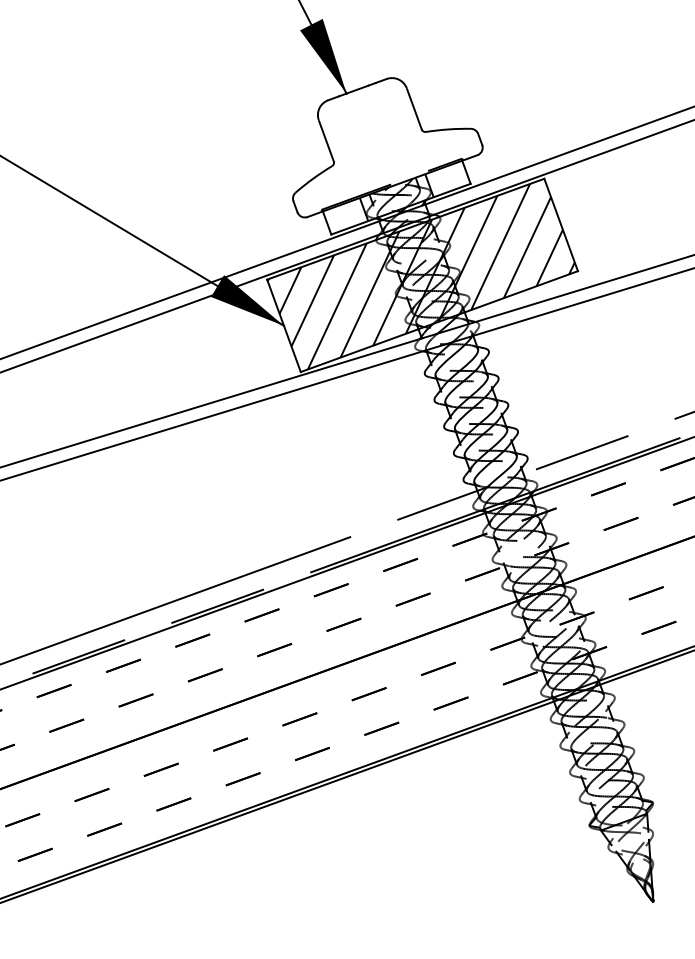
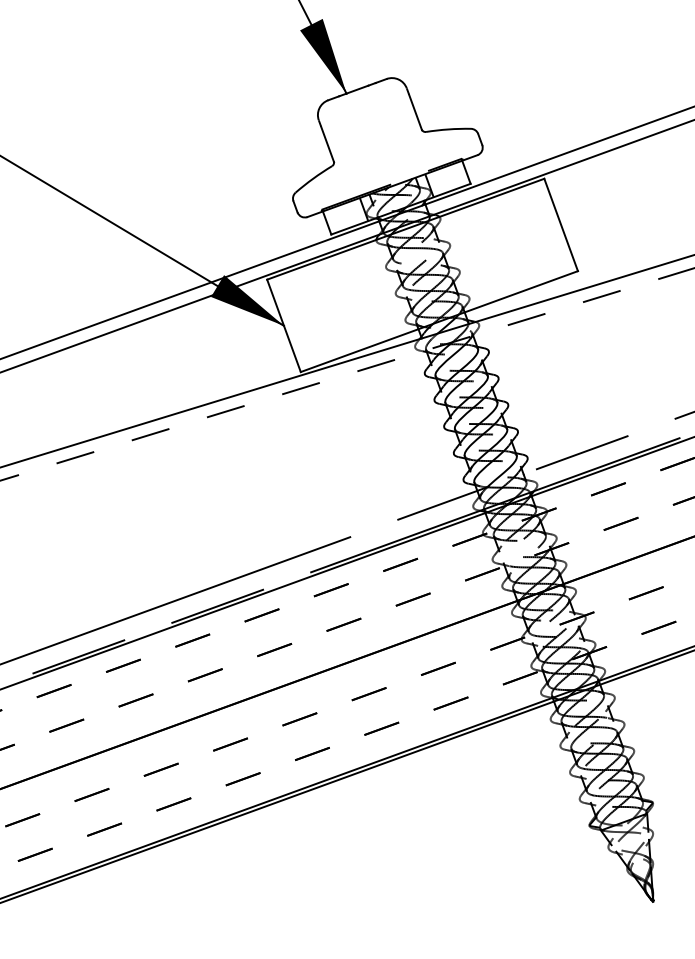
hatch at (420, 276): present -> none
line at (347, 374): solid -> dashed
